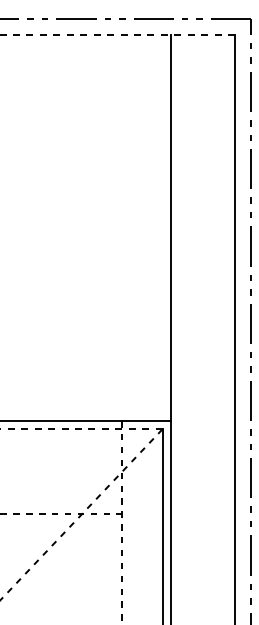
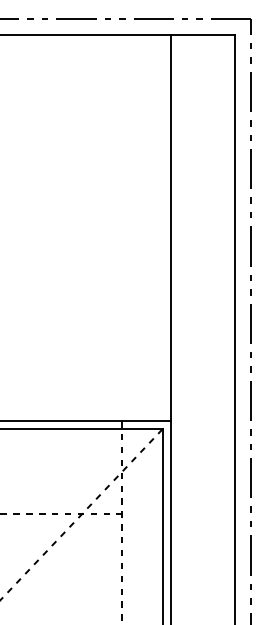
line at (117, 34): dashed -> solid
line at (81, 429): dashed -> solid
